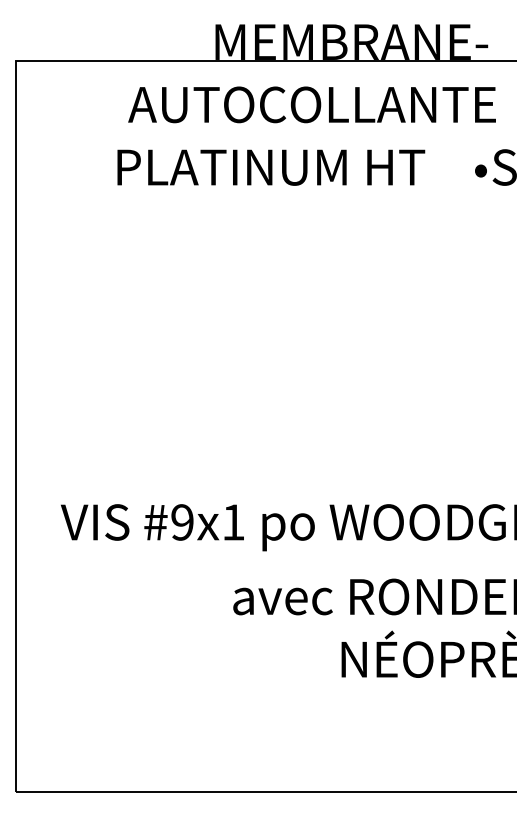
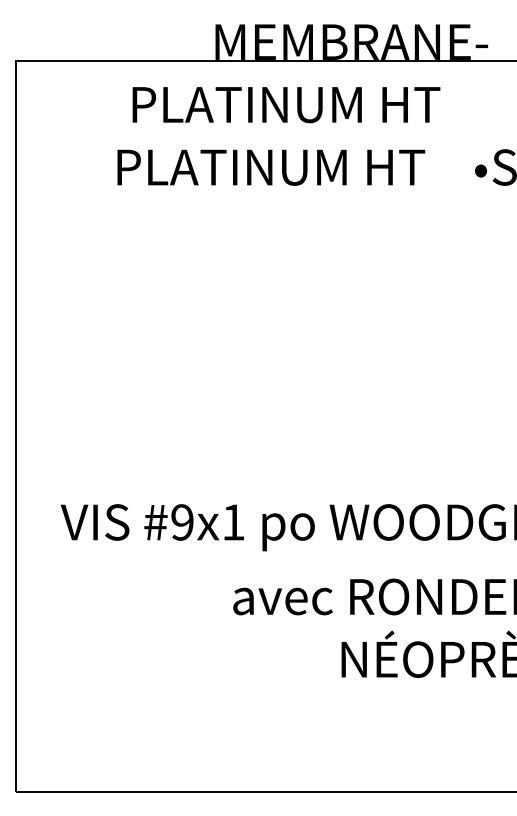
text at (311, 104): AUTOCOLLANTE -> PLATINUM HT
